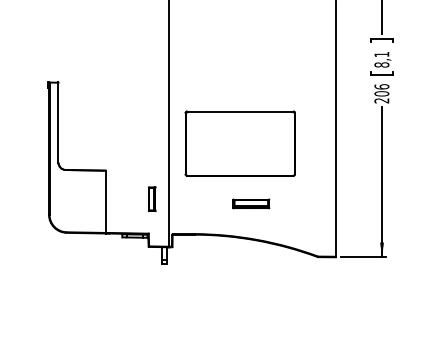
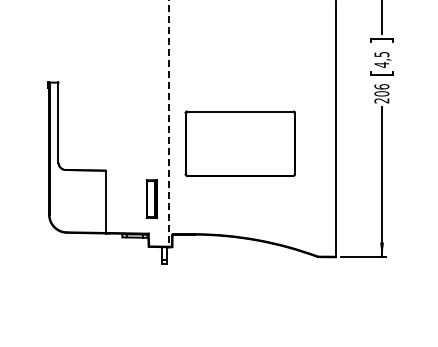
text at (381, 59): 8,1 -> 4,5
line at (169, 124): solid -> dashed
part at (152, 199) size: 9x27 px -> 14x40 px
part at (251, 203): present -> none
